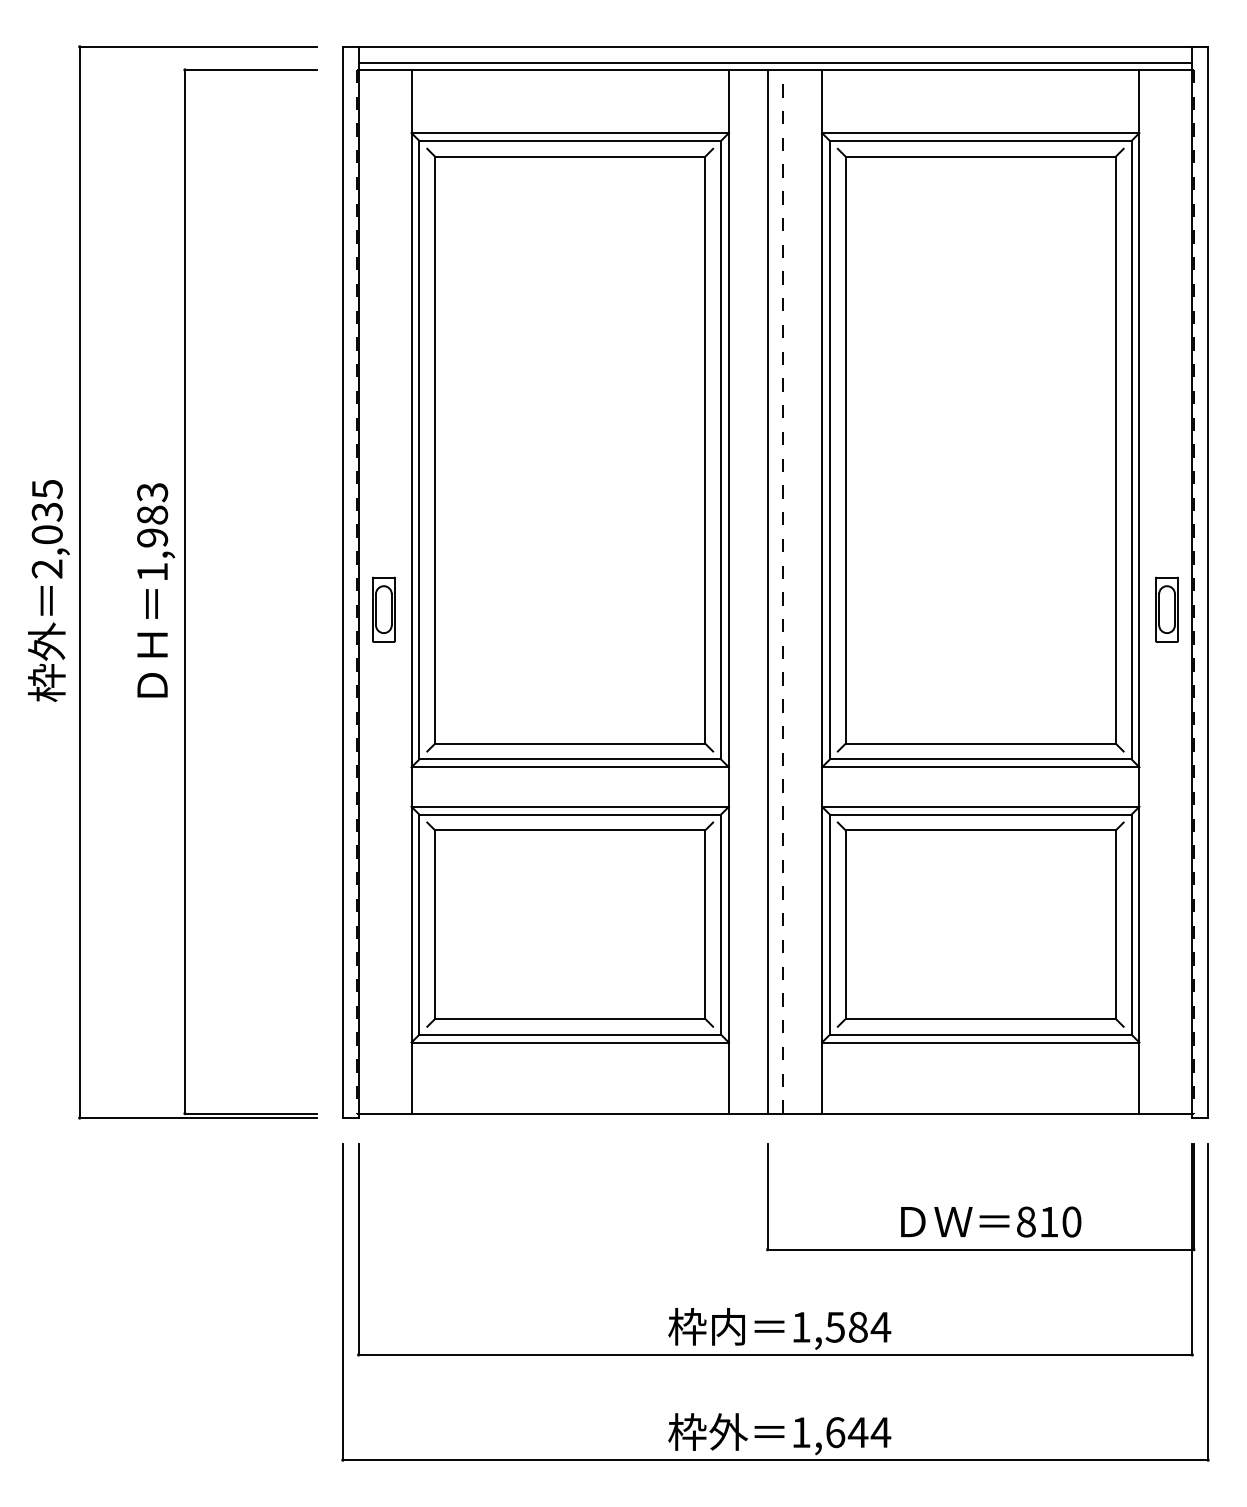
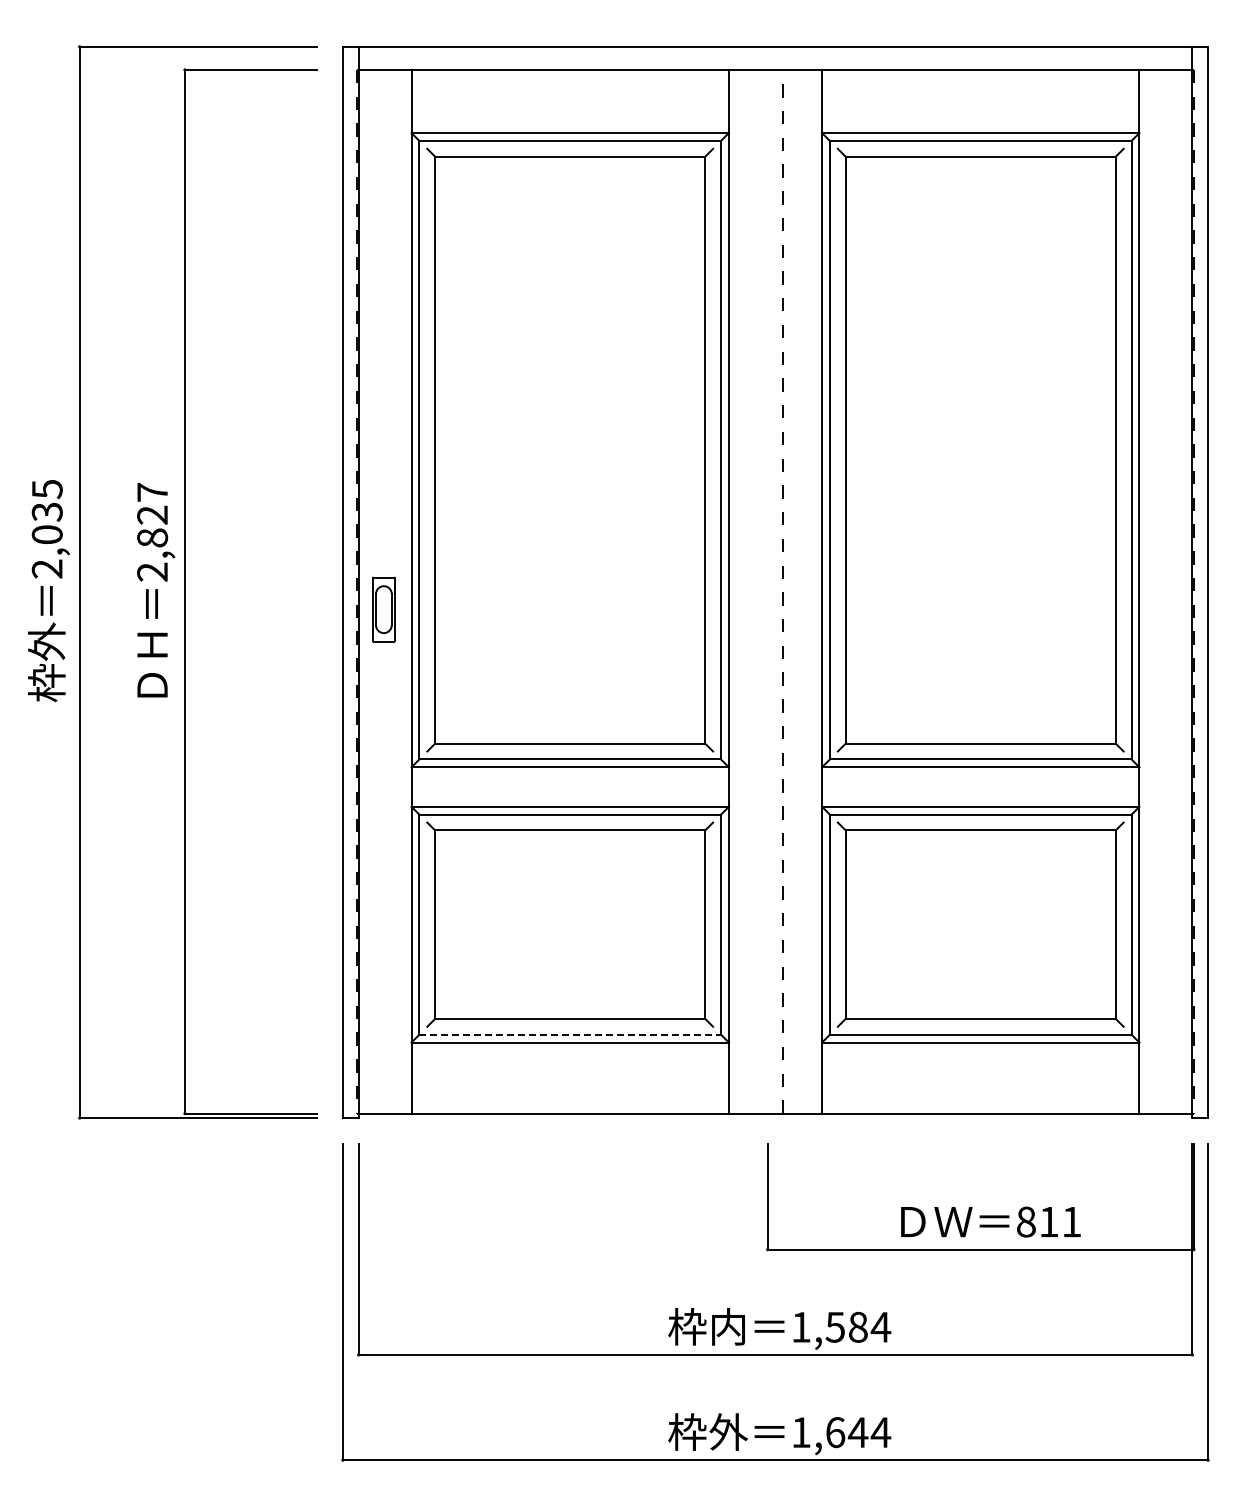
line at (775, 62): present -> none
text at (152, 532): 1,983 -> 2,827
line at (767, 591): present -> none
part at (1166, 609): present -> none
line at (570, 1034): solid -> dashed
text at (1071, 1221): 810 -> 811
